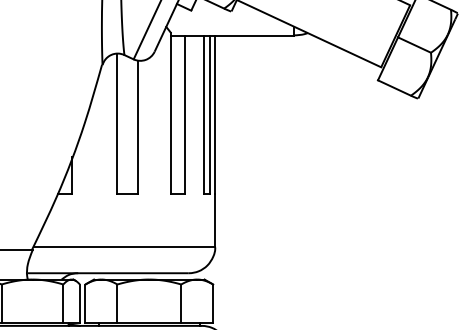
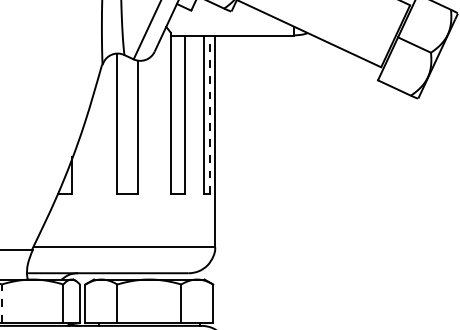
line at (210, 115): solid -> dashed
line at (1, 303): solid -> dashed
